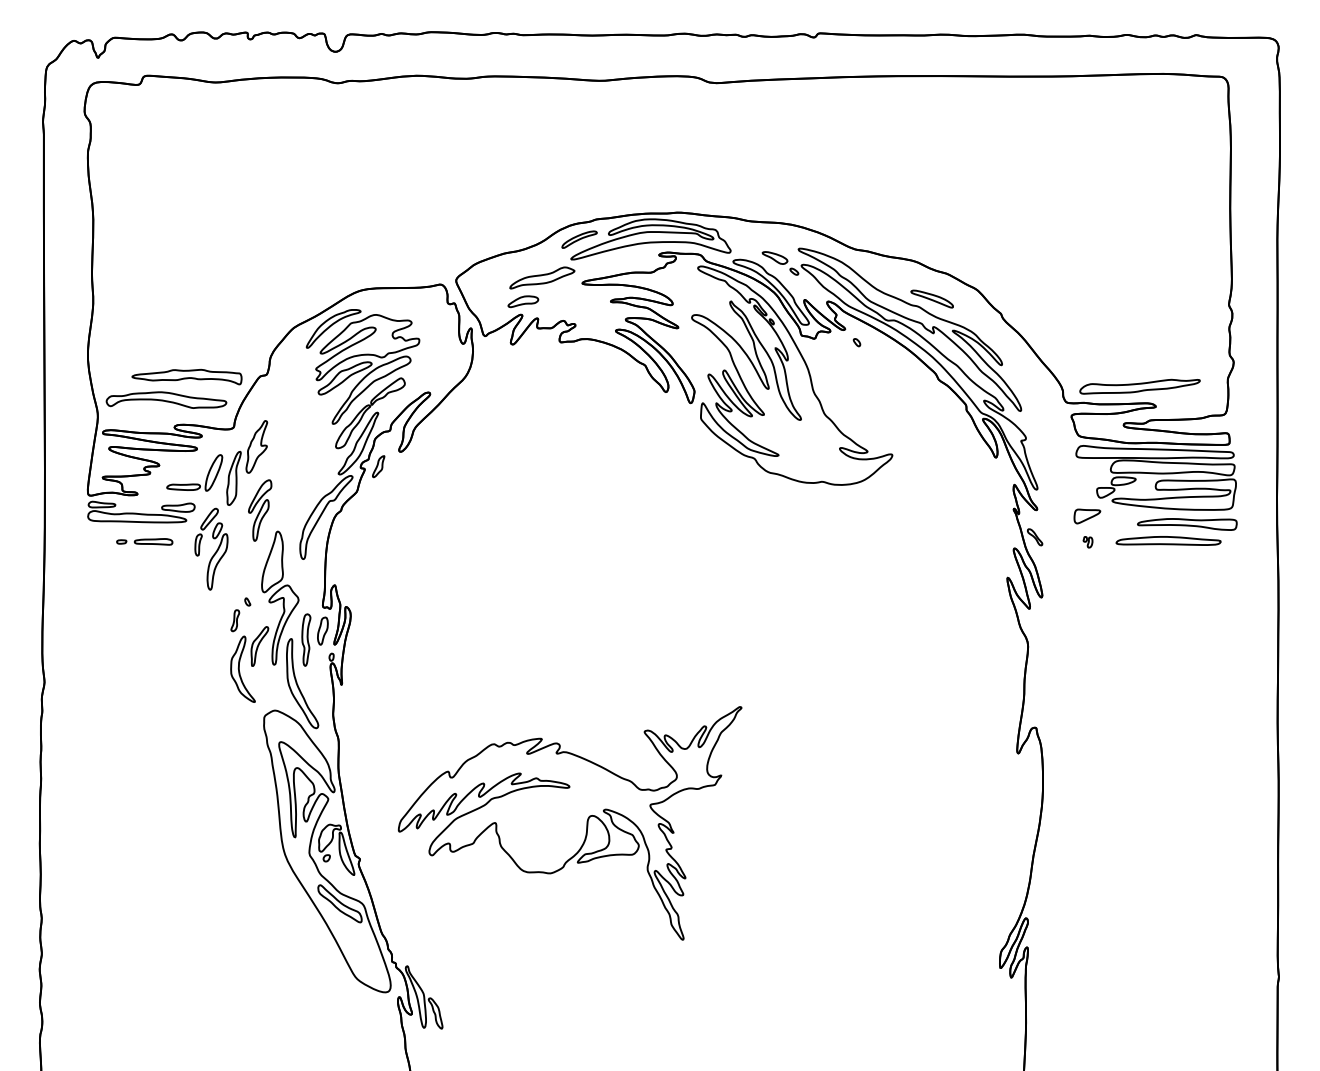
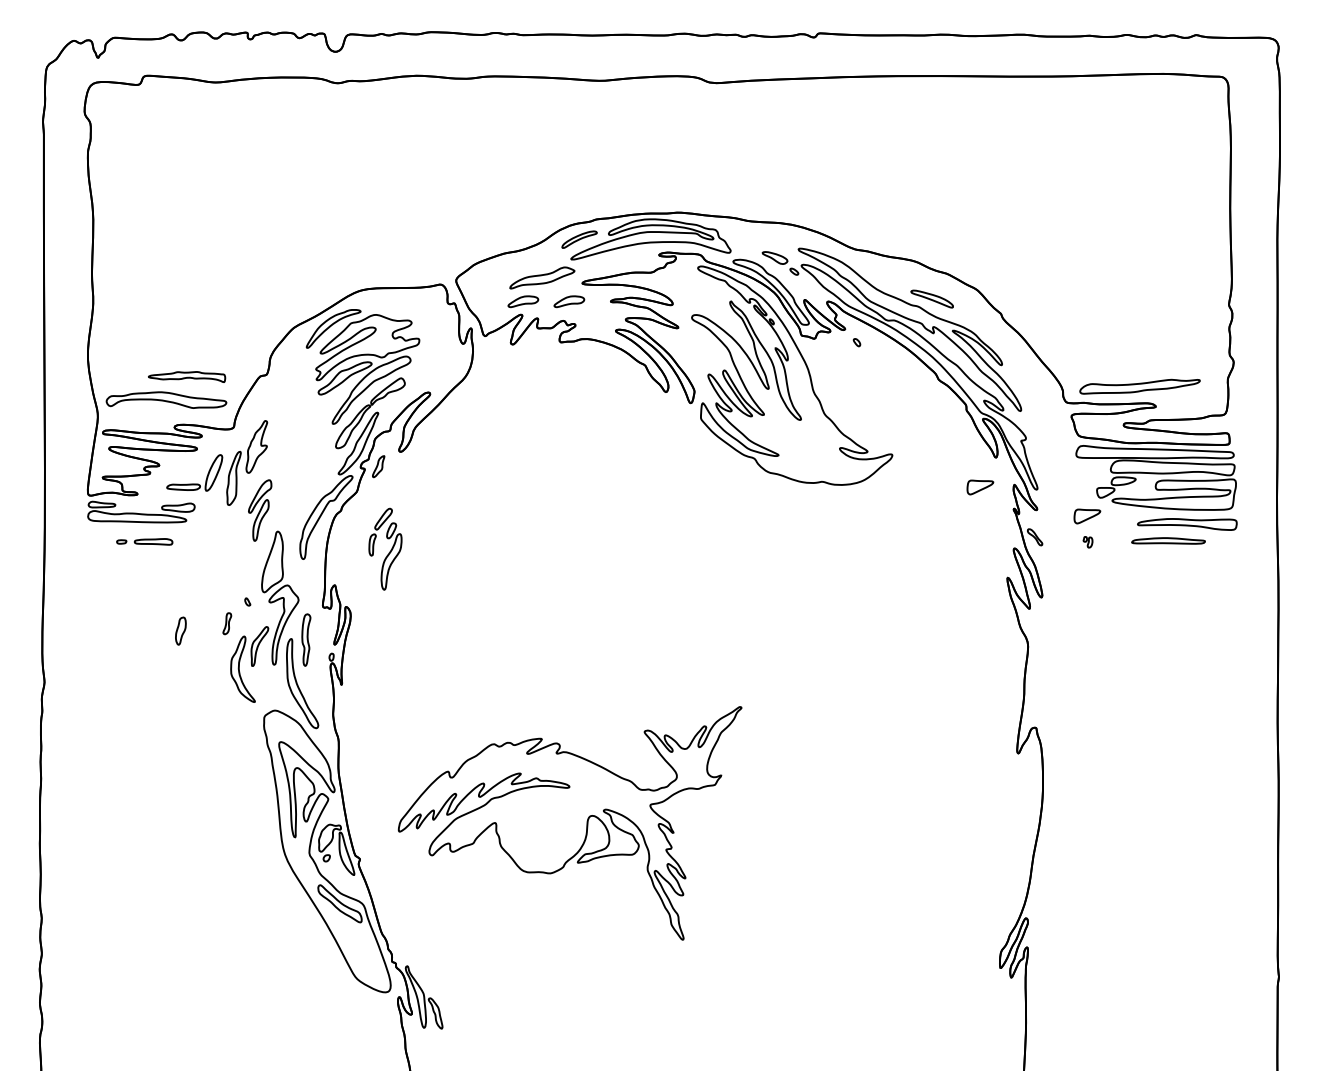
part at (569, 301): none -> present
part at (186, 376) size: 112x18 px -> 79x12 px
part at (980, 487): none -> present
part at (1168, 540) size: 107x10 px -> 75x8 px
part at (211, 548) position: (211, 548) -> (385, 548)
part at (235, 620) position: (235, 620) -> (227, 623)
part at (322, 630) position: (322, 630) -> (180, 630)
